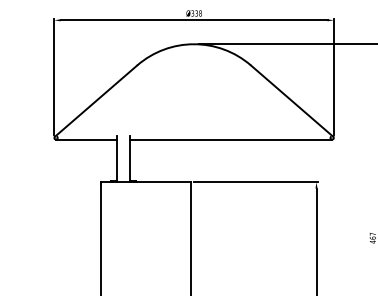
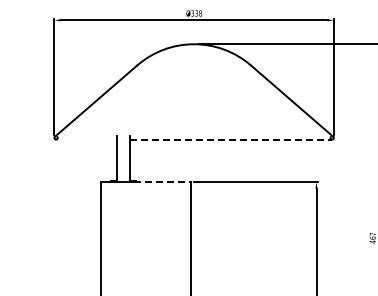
line at (86, 139): present -> none
line at (231, 139): solid -> dashed
line at (162, 182): solid -> dashed
